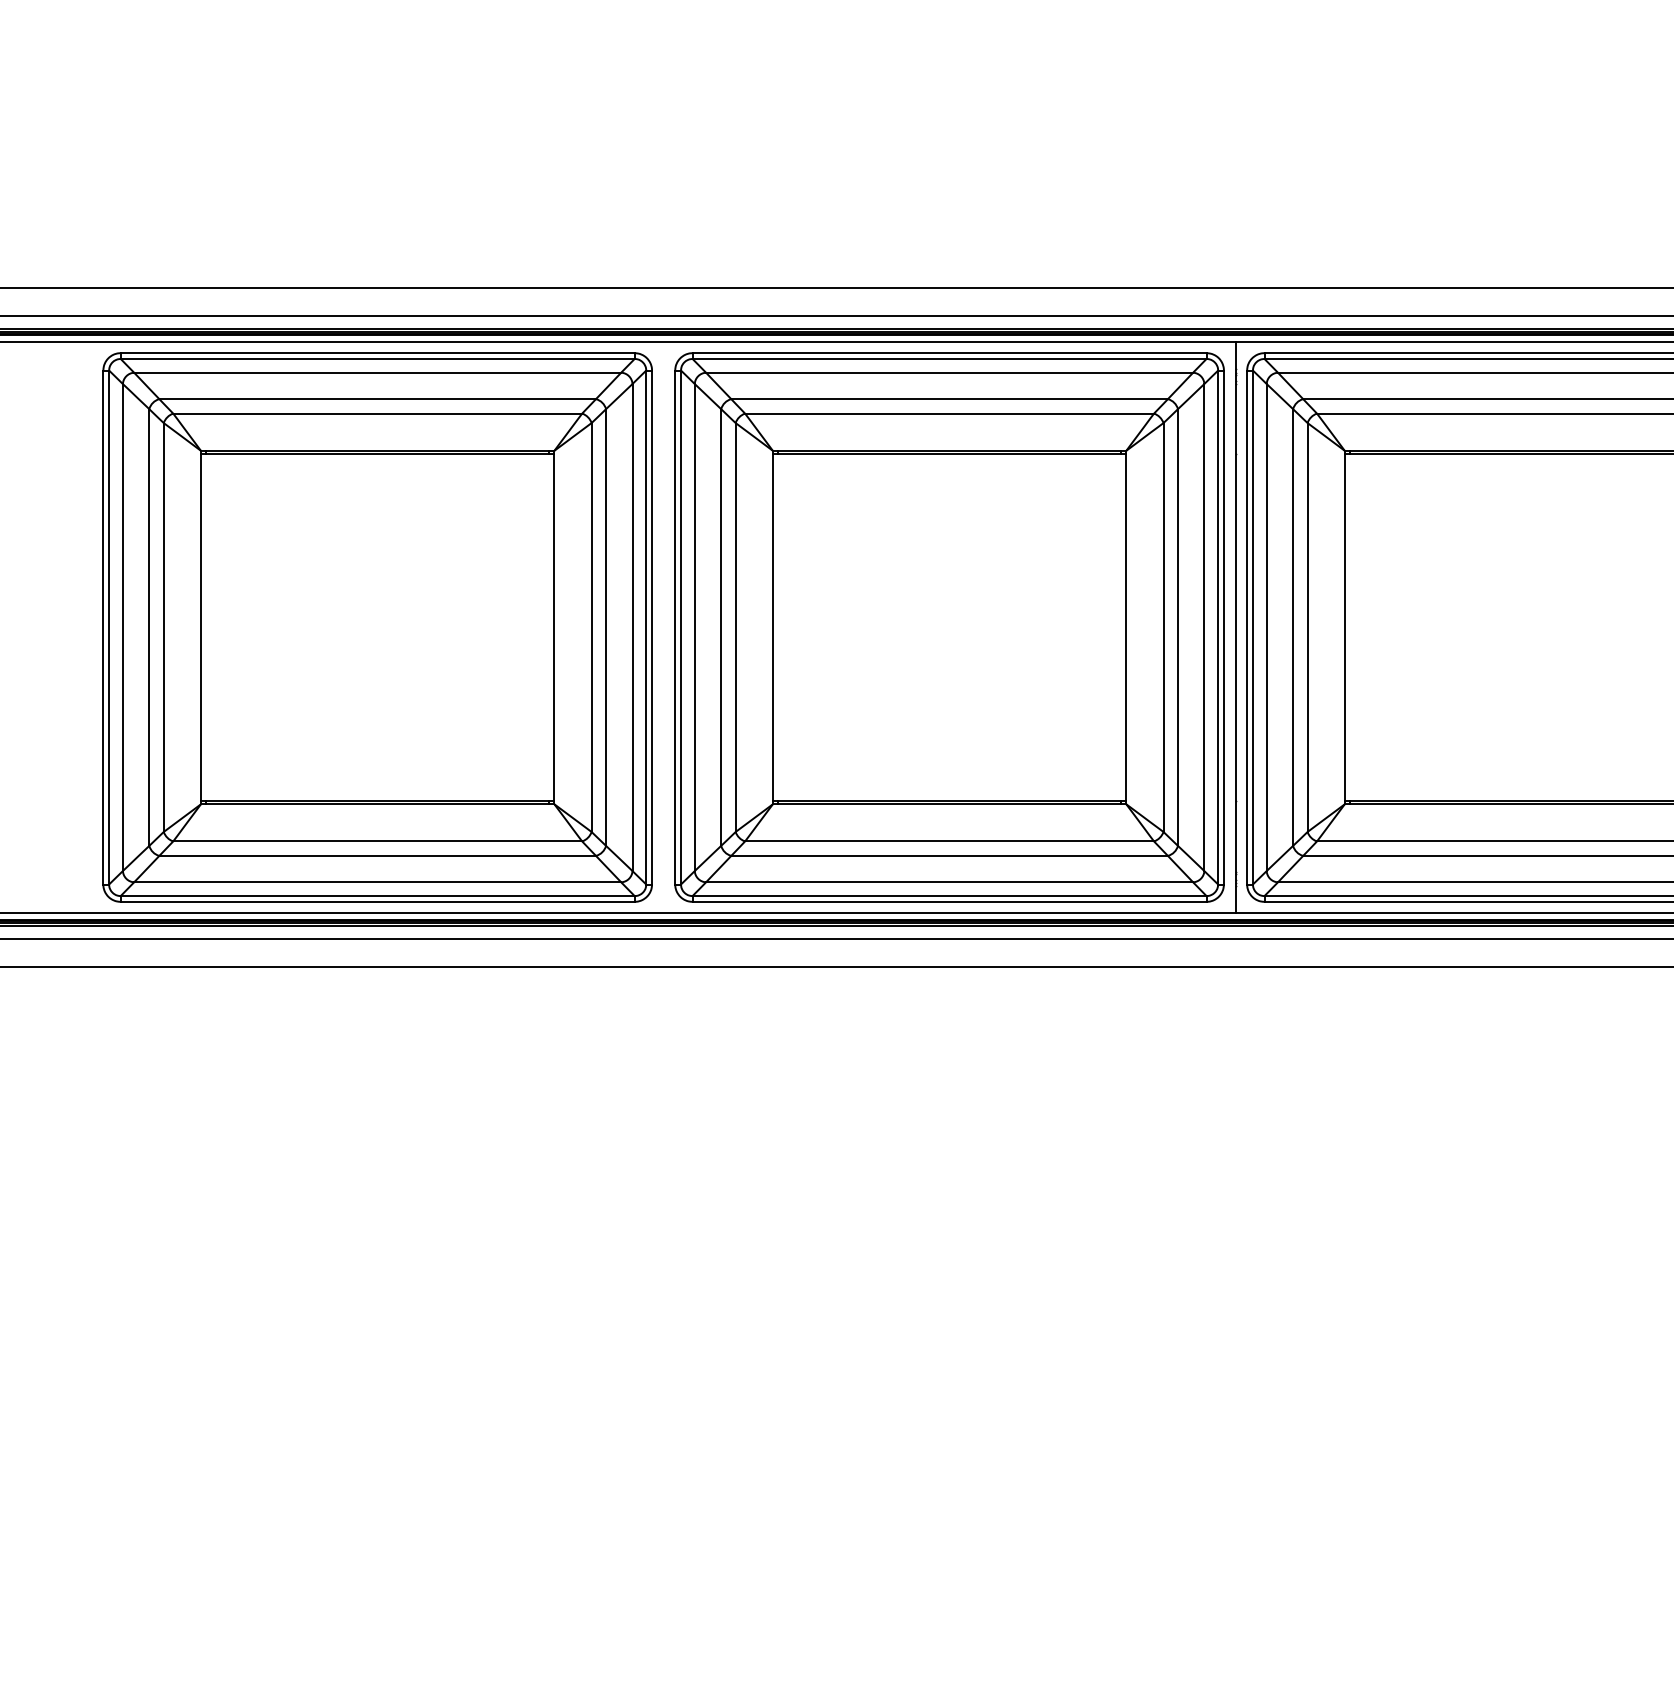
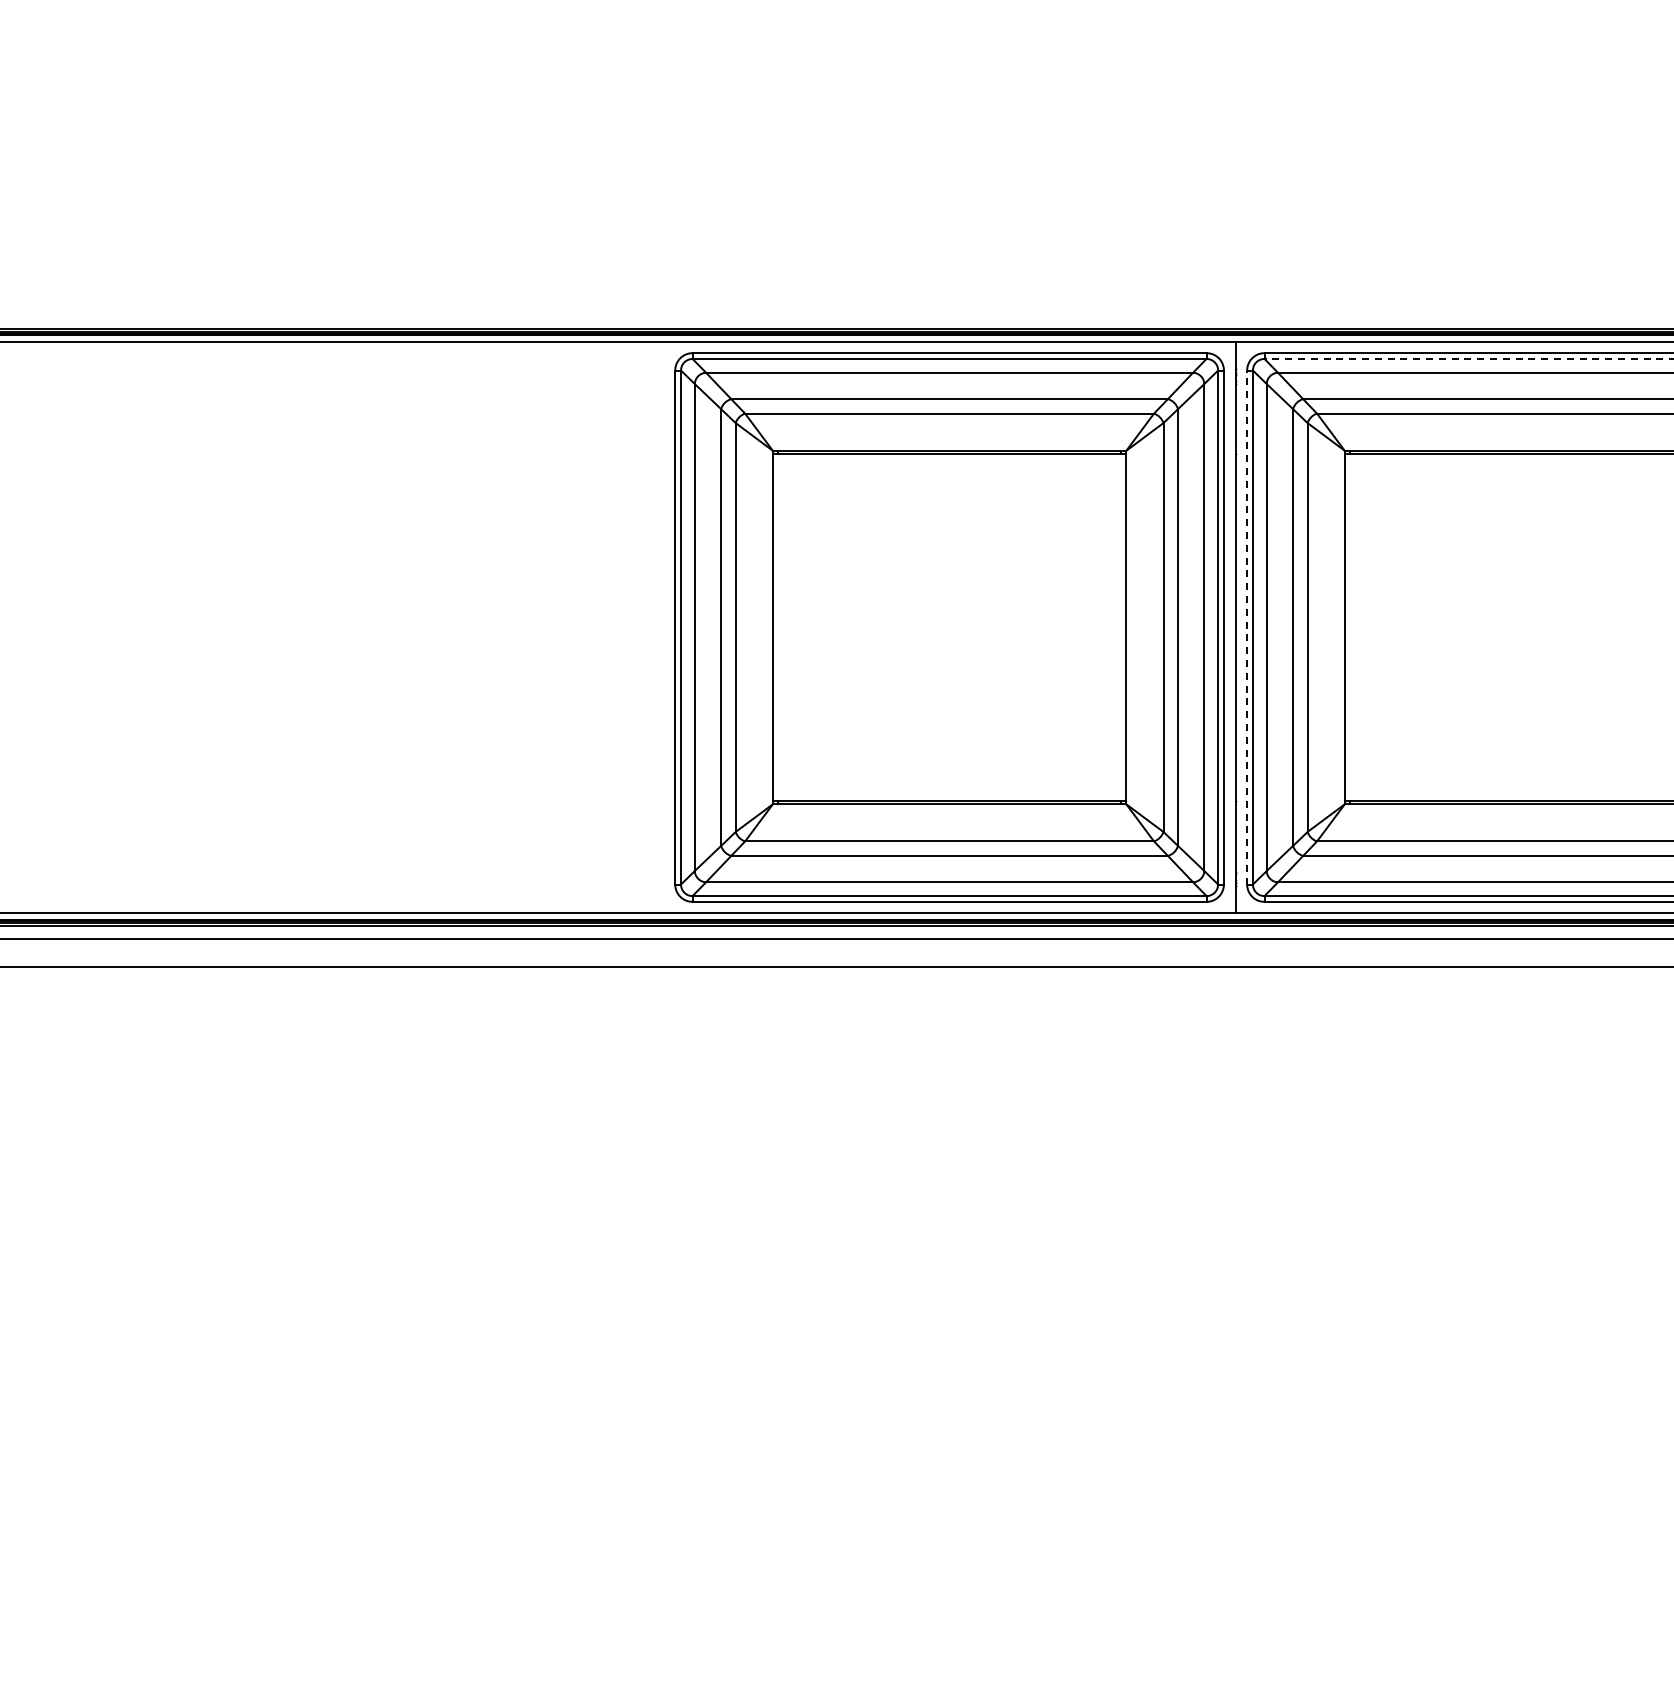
line at (836, 288): present -> none
line at (836, 316): present -> none
line at (1468, 358): solid -> dashed
part at (377, 627): present -> none
line at (1247, 627): solid -> dashed
